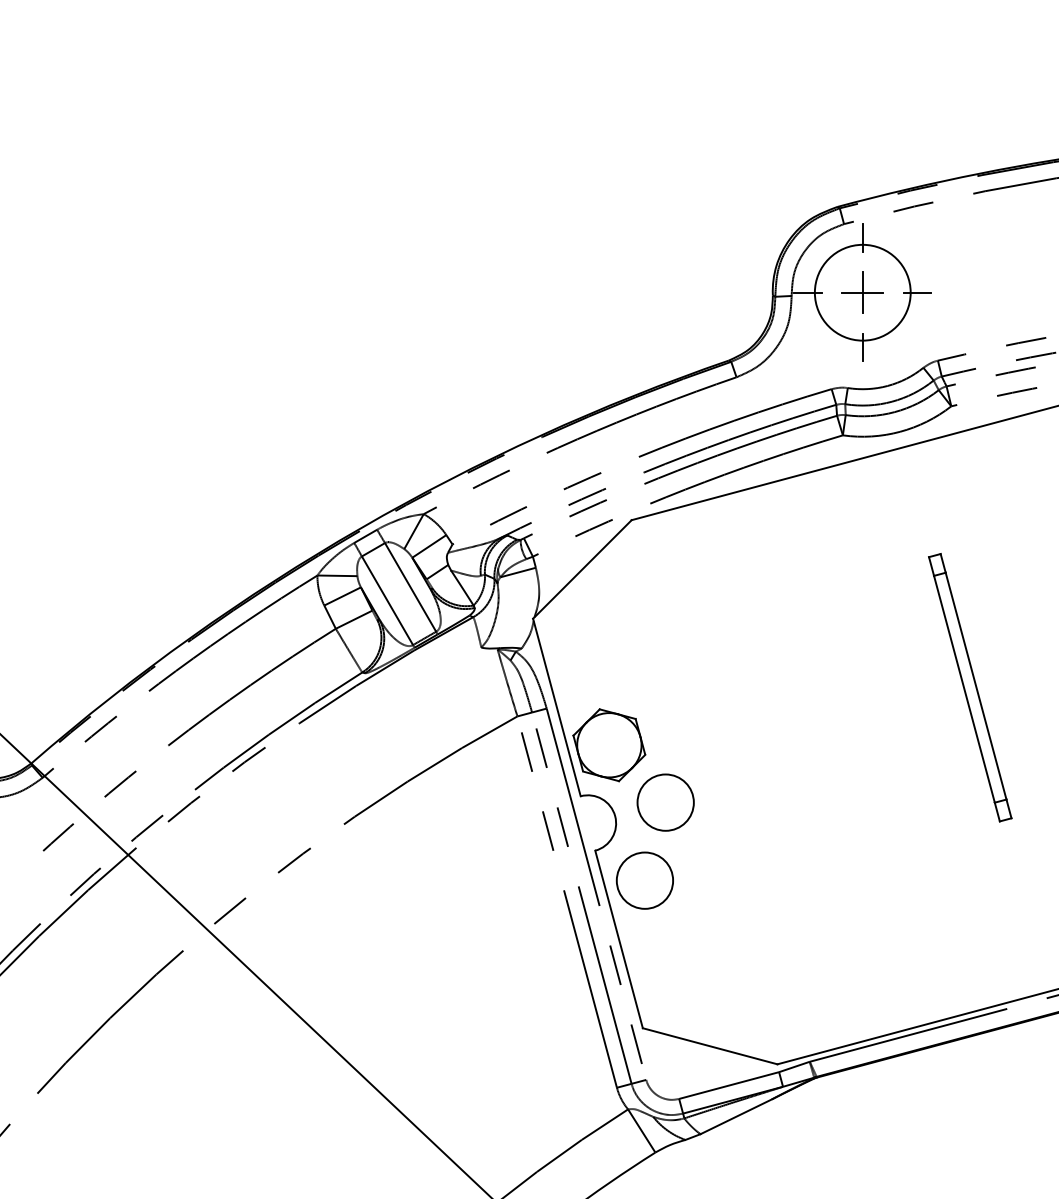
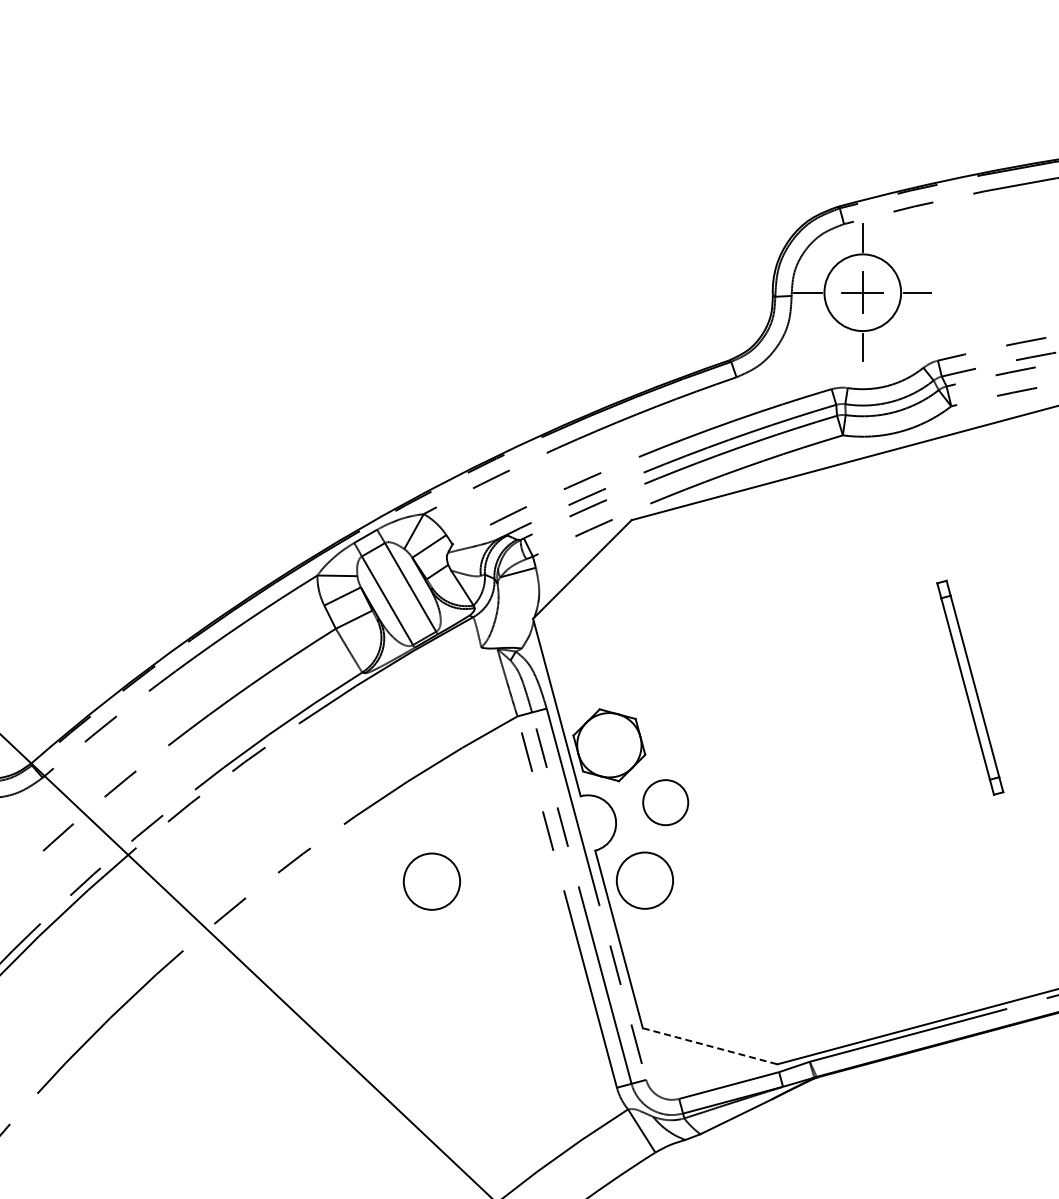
circle at (862, 292) diameter: 96 px -> 77 px
part at (970, 687) size: 85x270 px -> 69x217 px
circle at (665, 802) diameter: 56 px -> 45 px
circle at (431, 881): none -> present
line at (710, 1046): solid -> dashed
